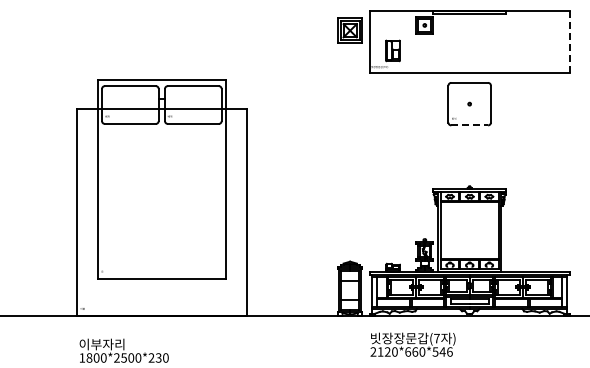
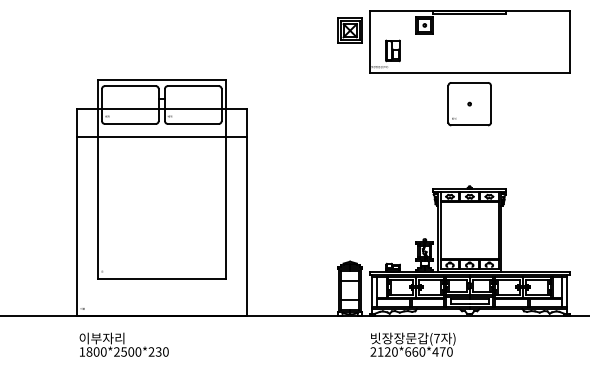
line at (569, 41): dashed -> solid
line at (470, 125): dashed -> solid
line at (161, 136): none -> present
text at (123, 350) position: (123, 350) -> (123, 344)
text at (442, 351): 2120*660*546 -> 2120*660*470
